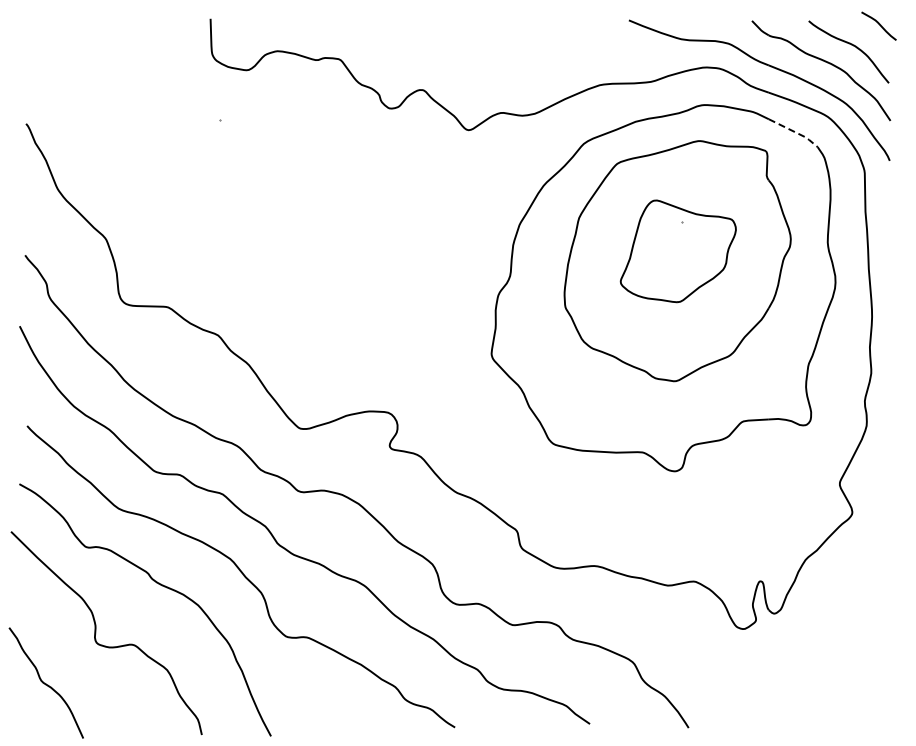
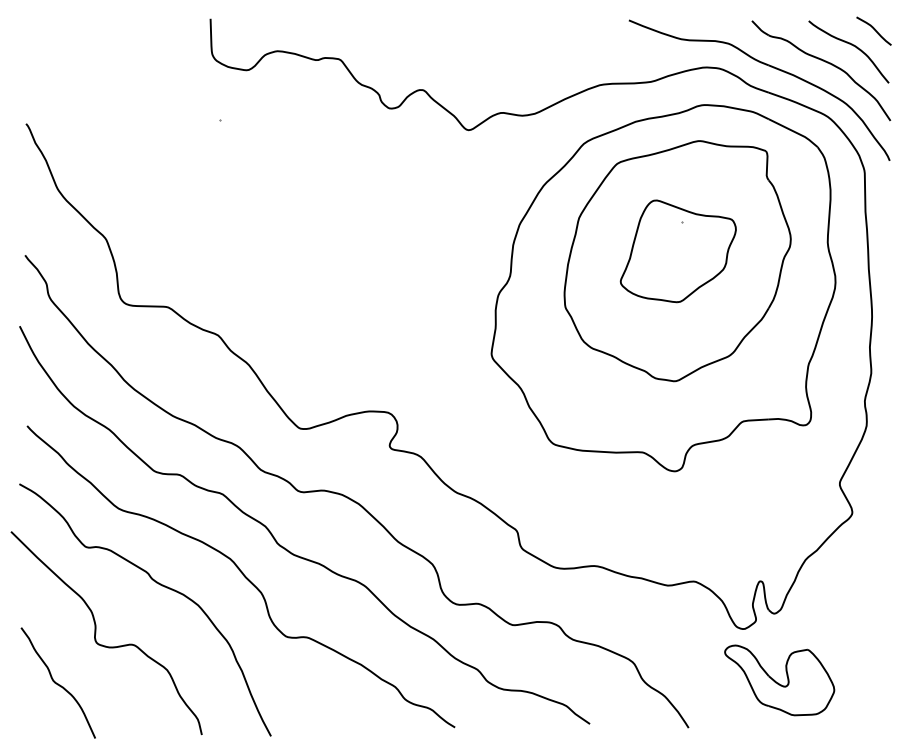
curve at (878, 24) position: (878, 24) -> (873, 29)
line at (796, 132): dashed -> solid
part at (779, 680): none -> present
curve at (44, 682) position: (44, 682) -> (56, 682)
